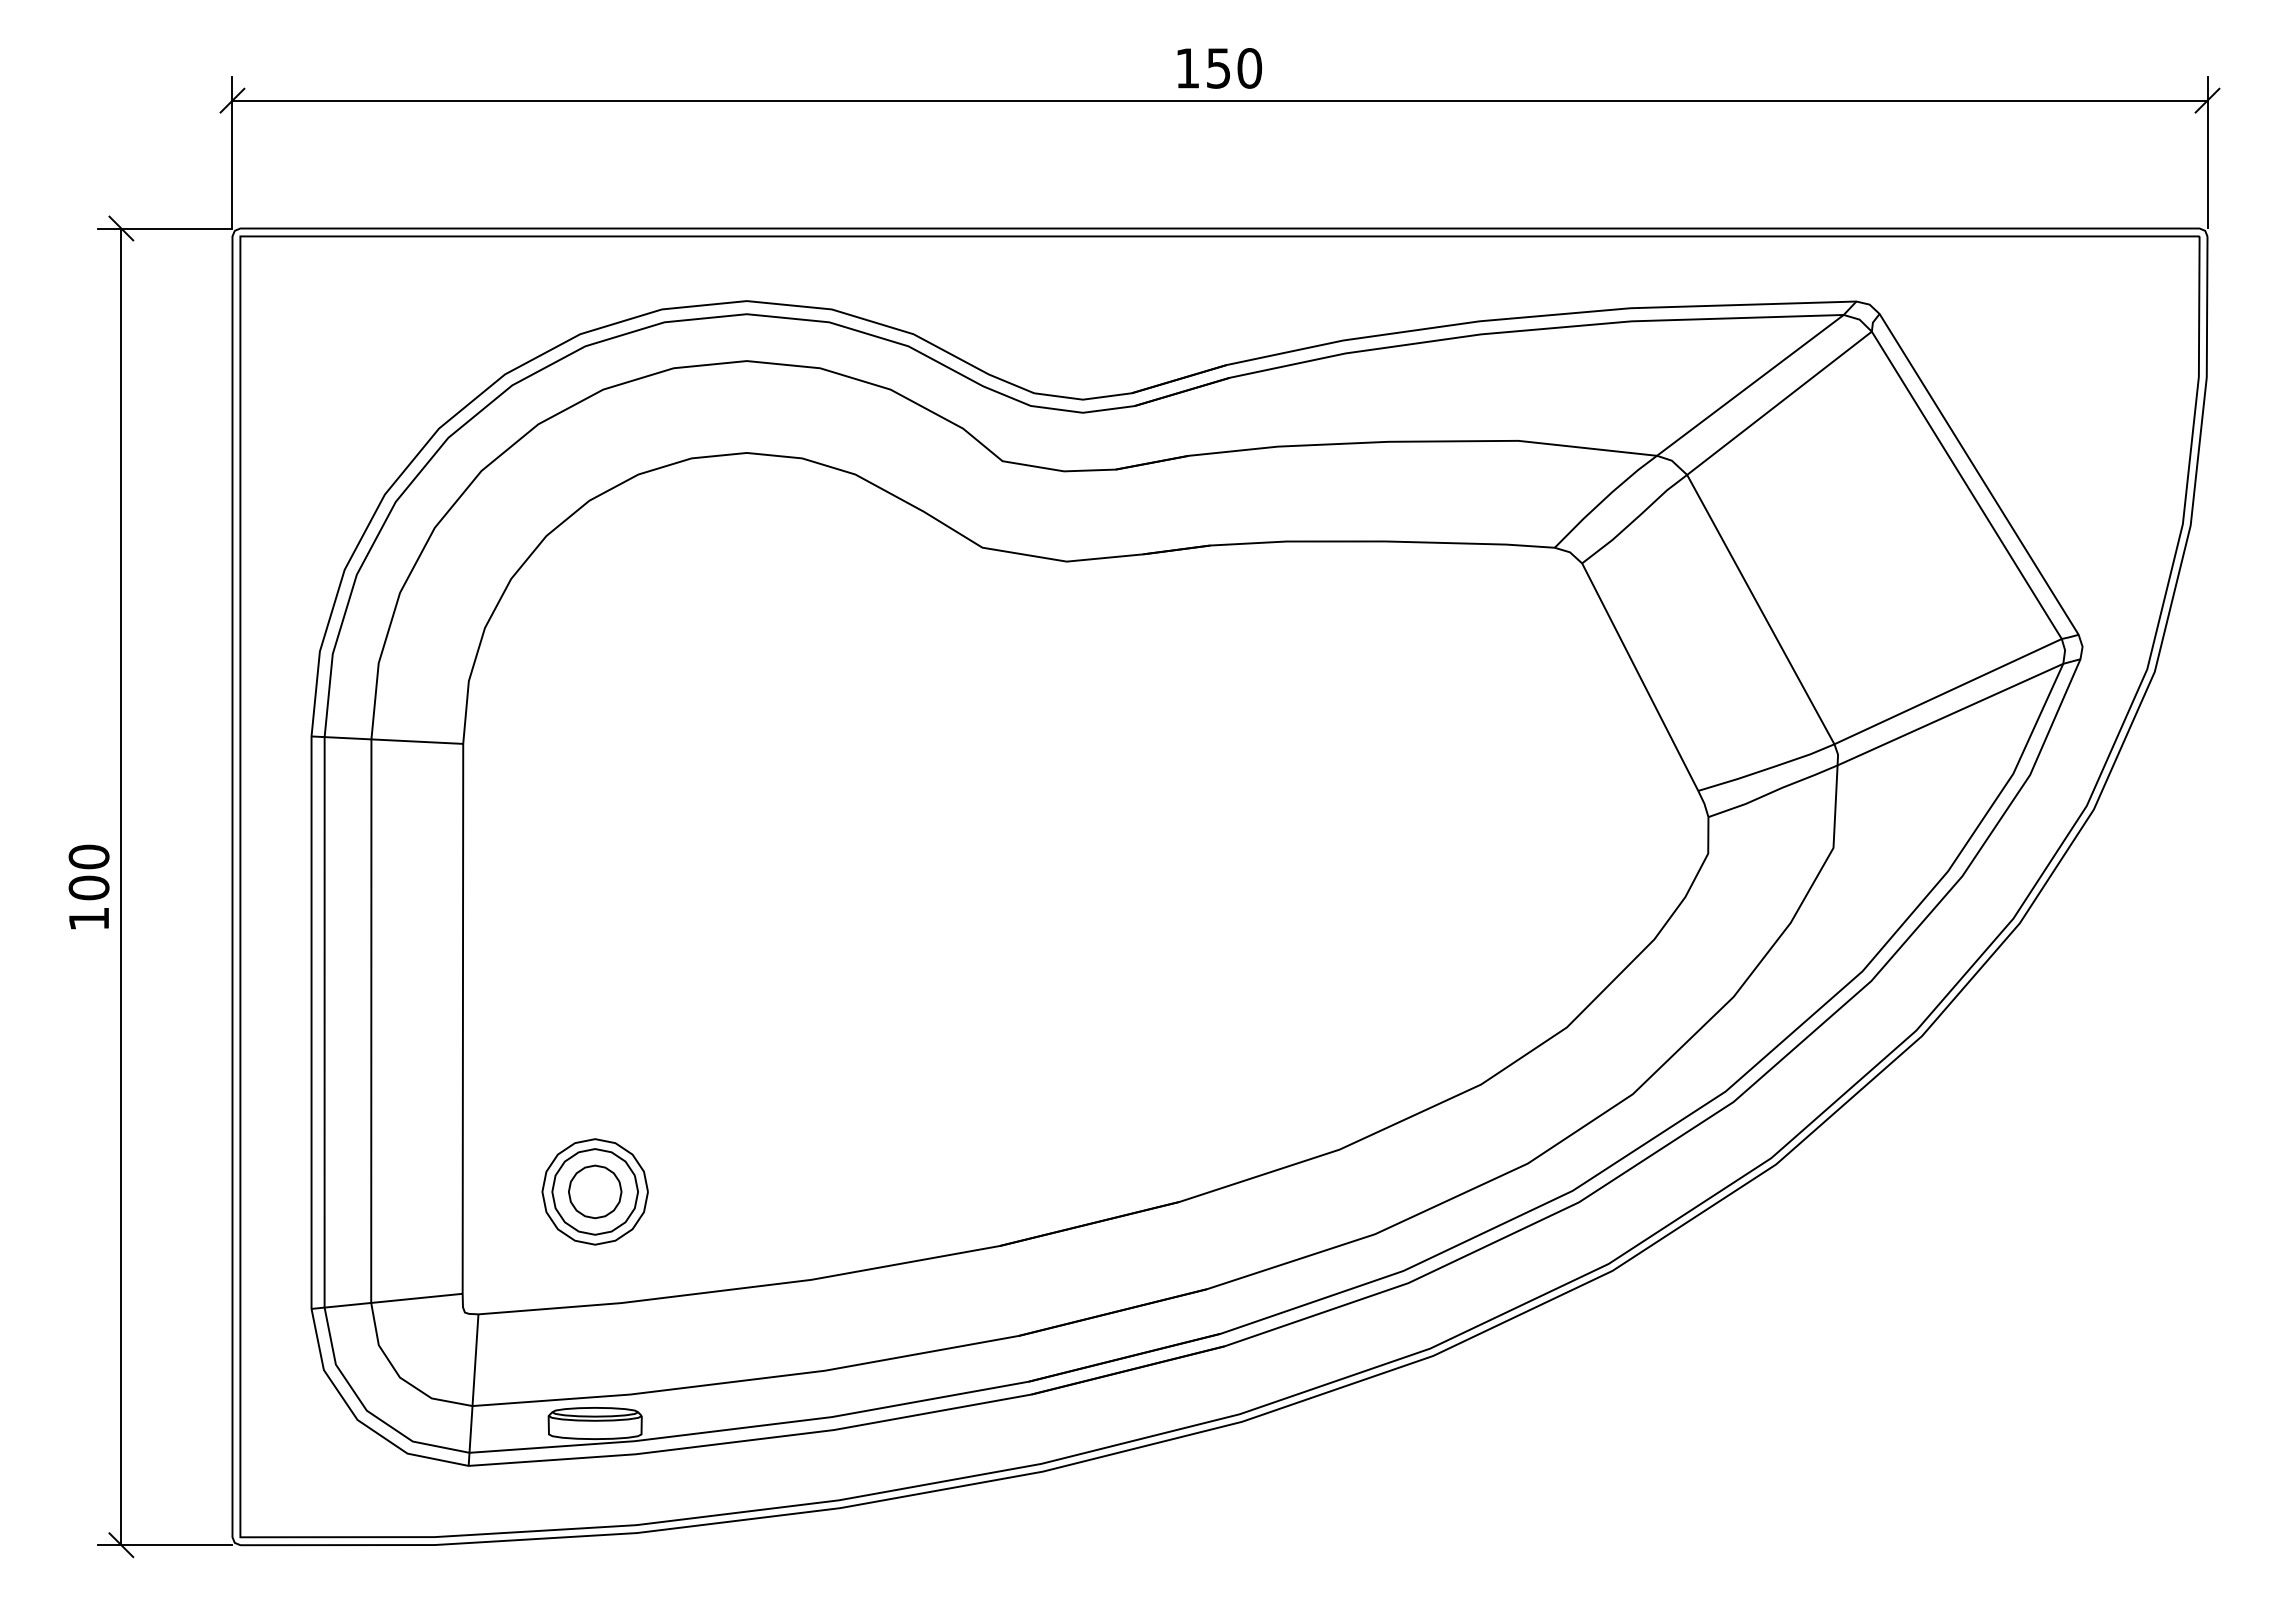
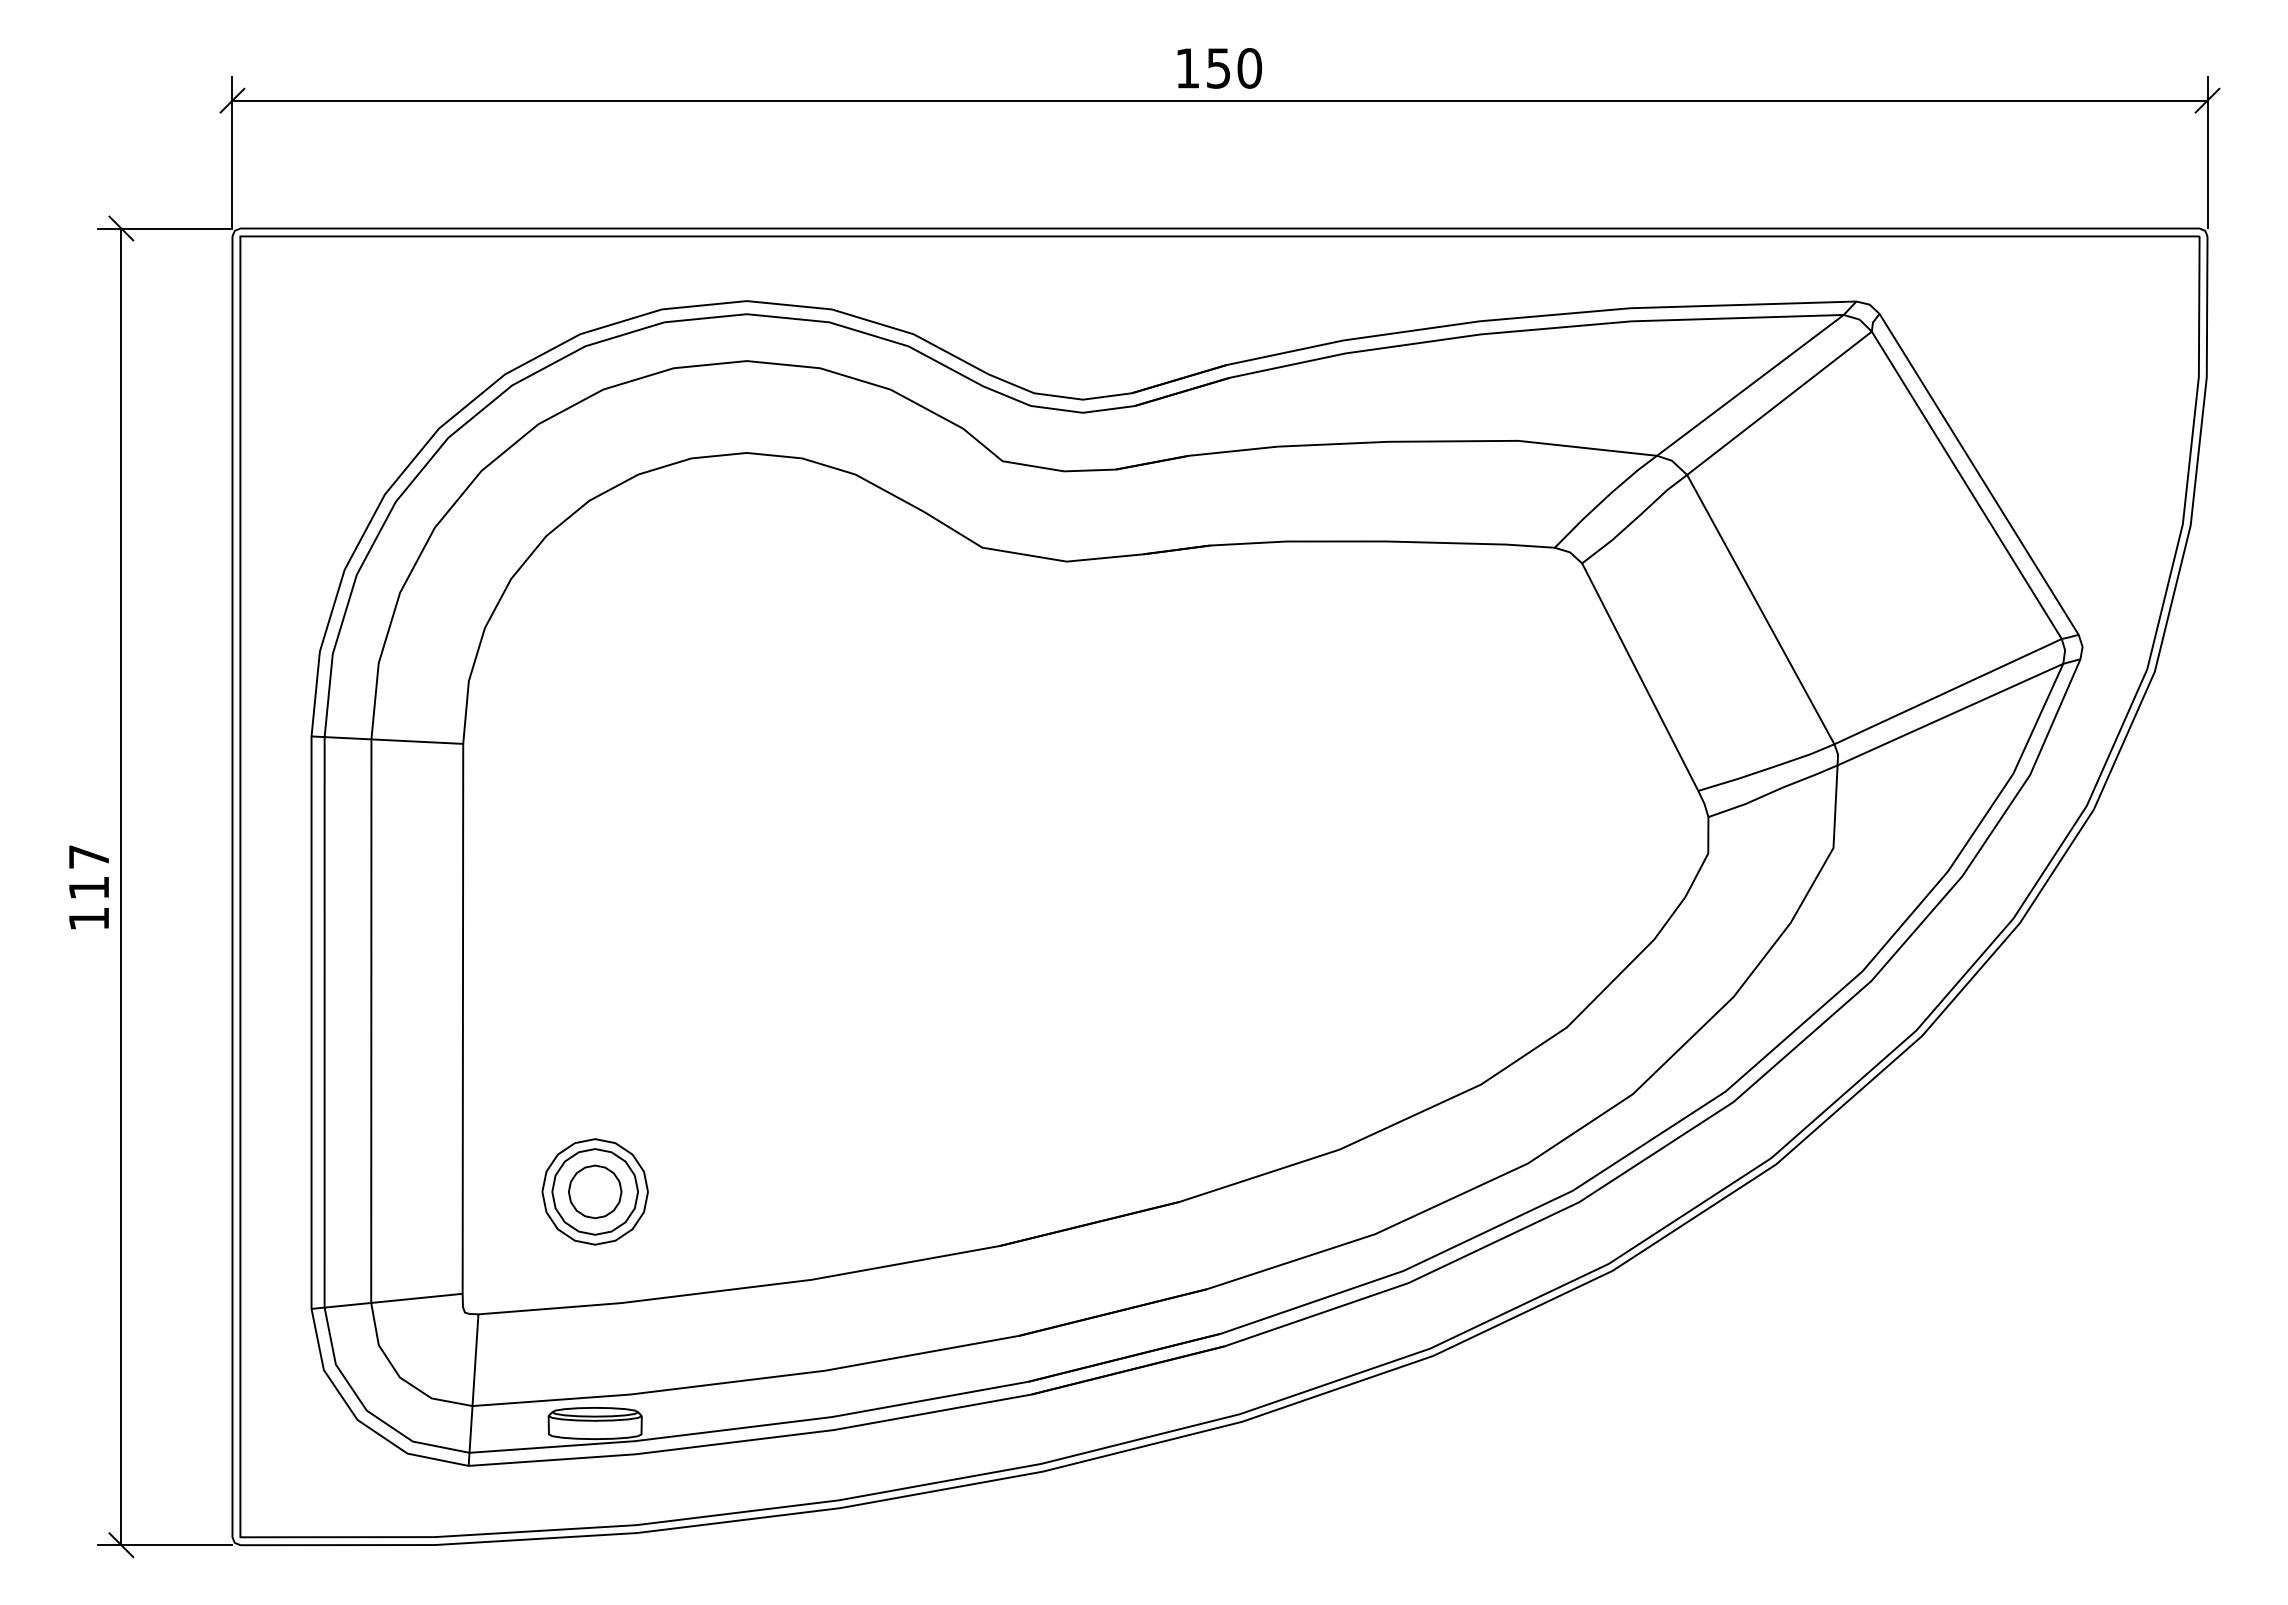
text at (88, 872): 100 -> 117
